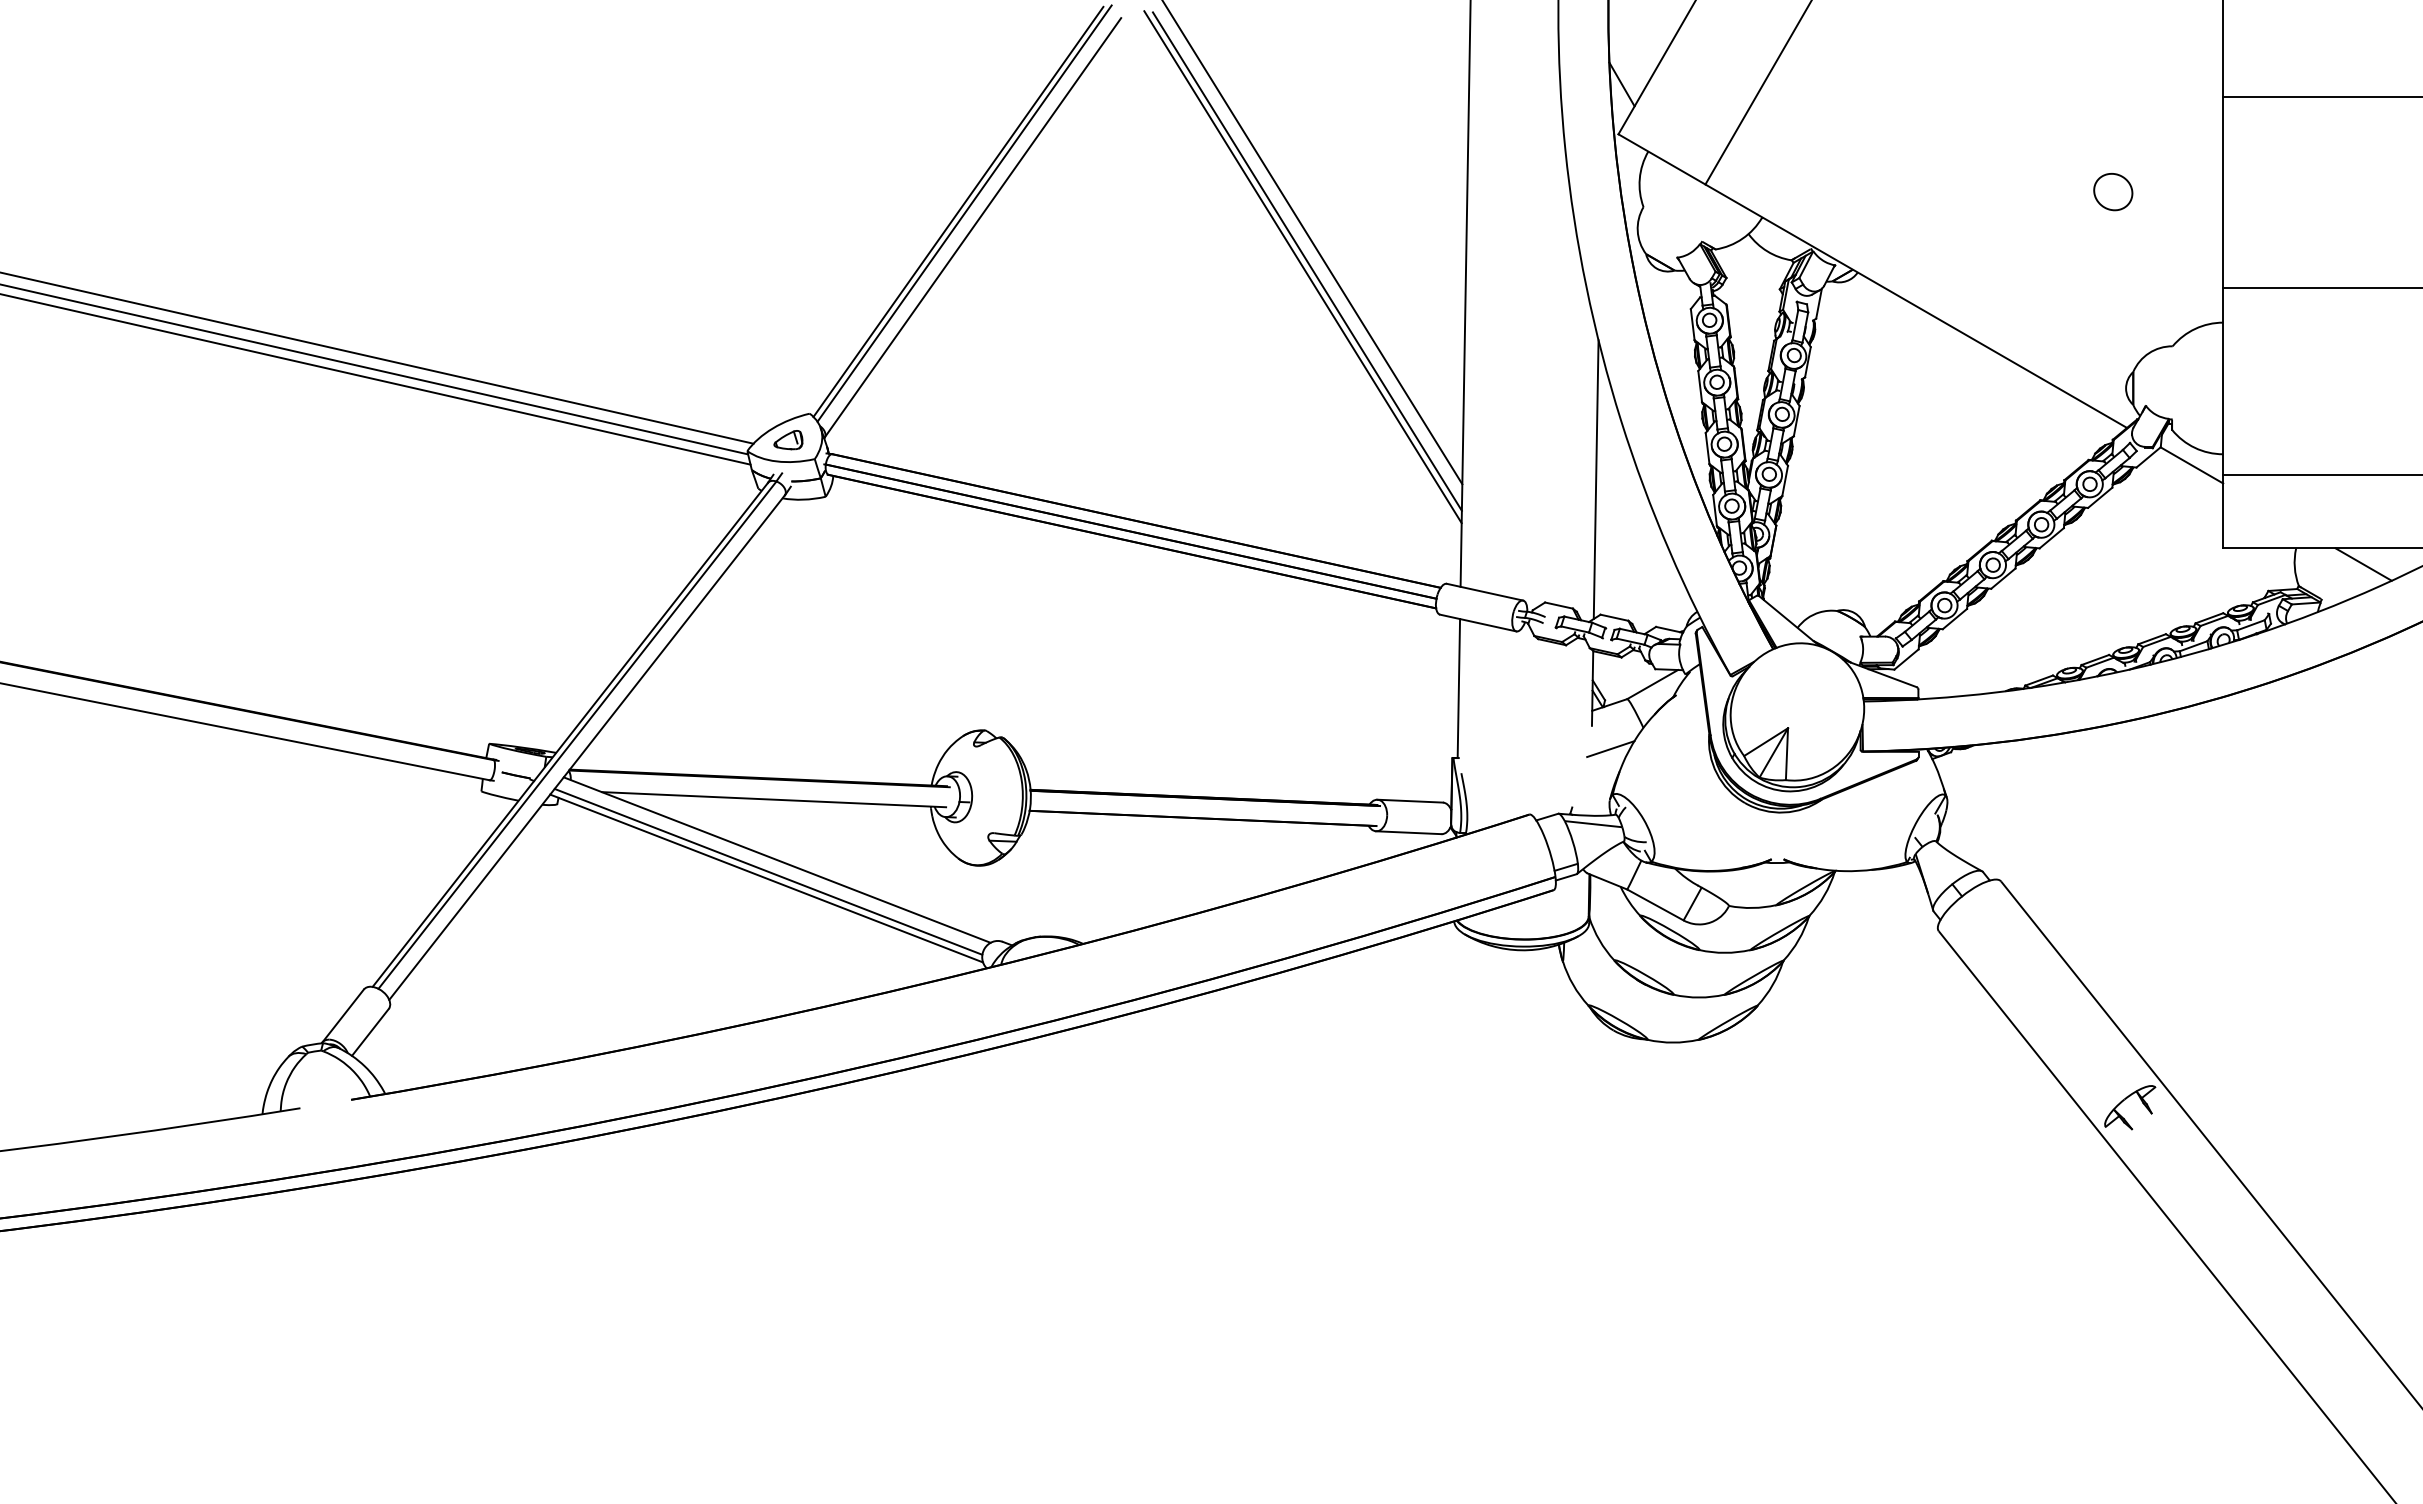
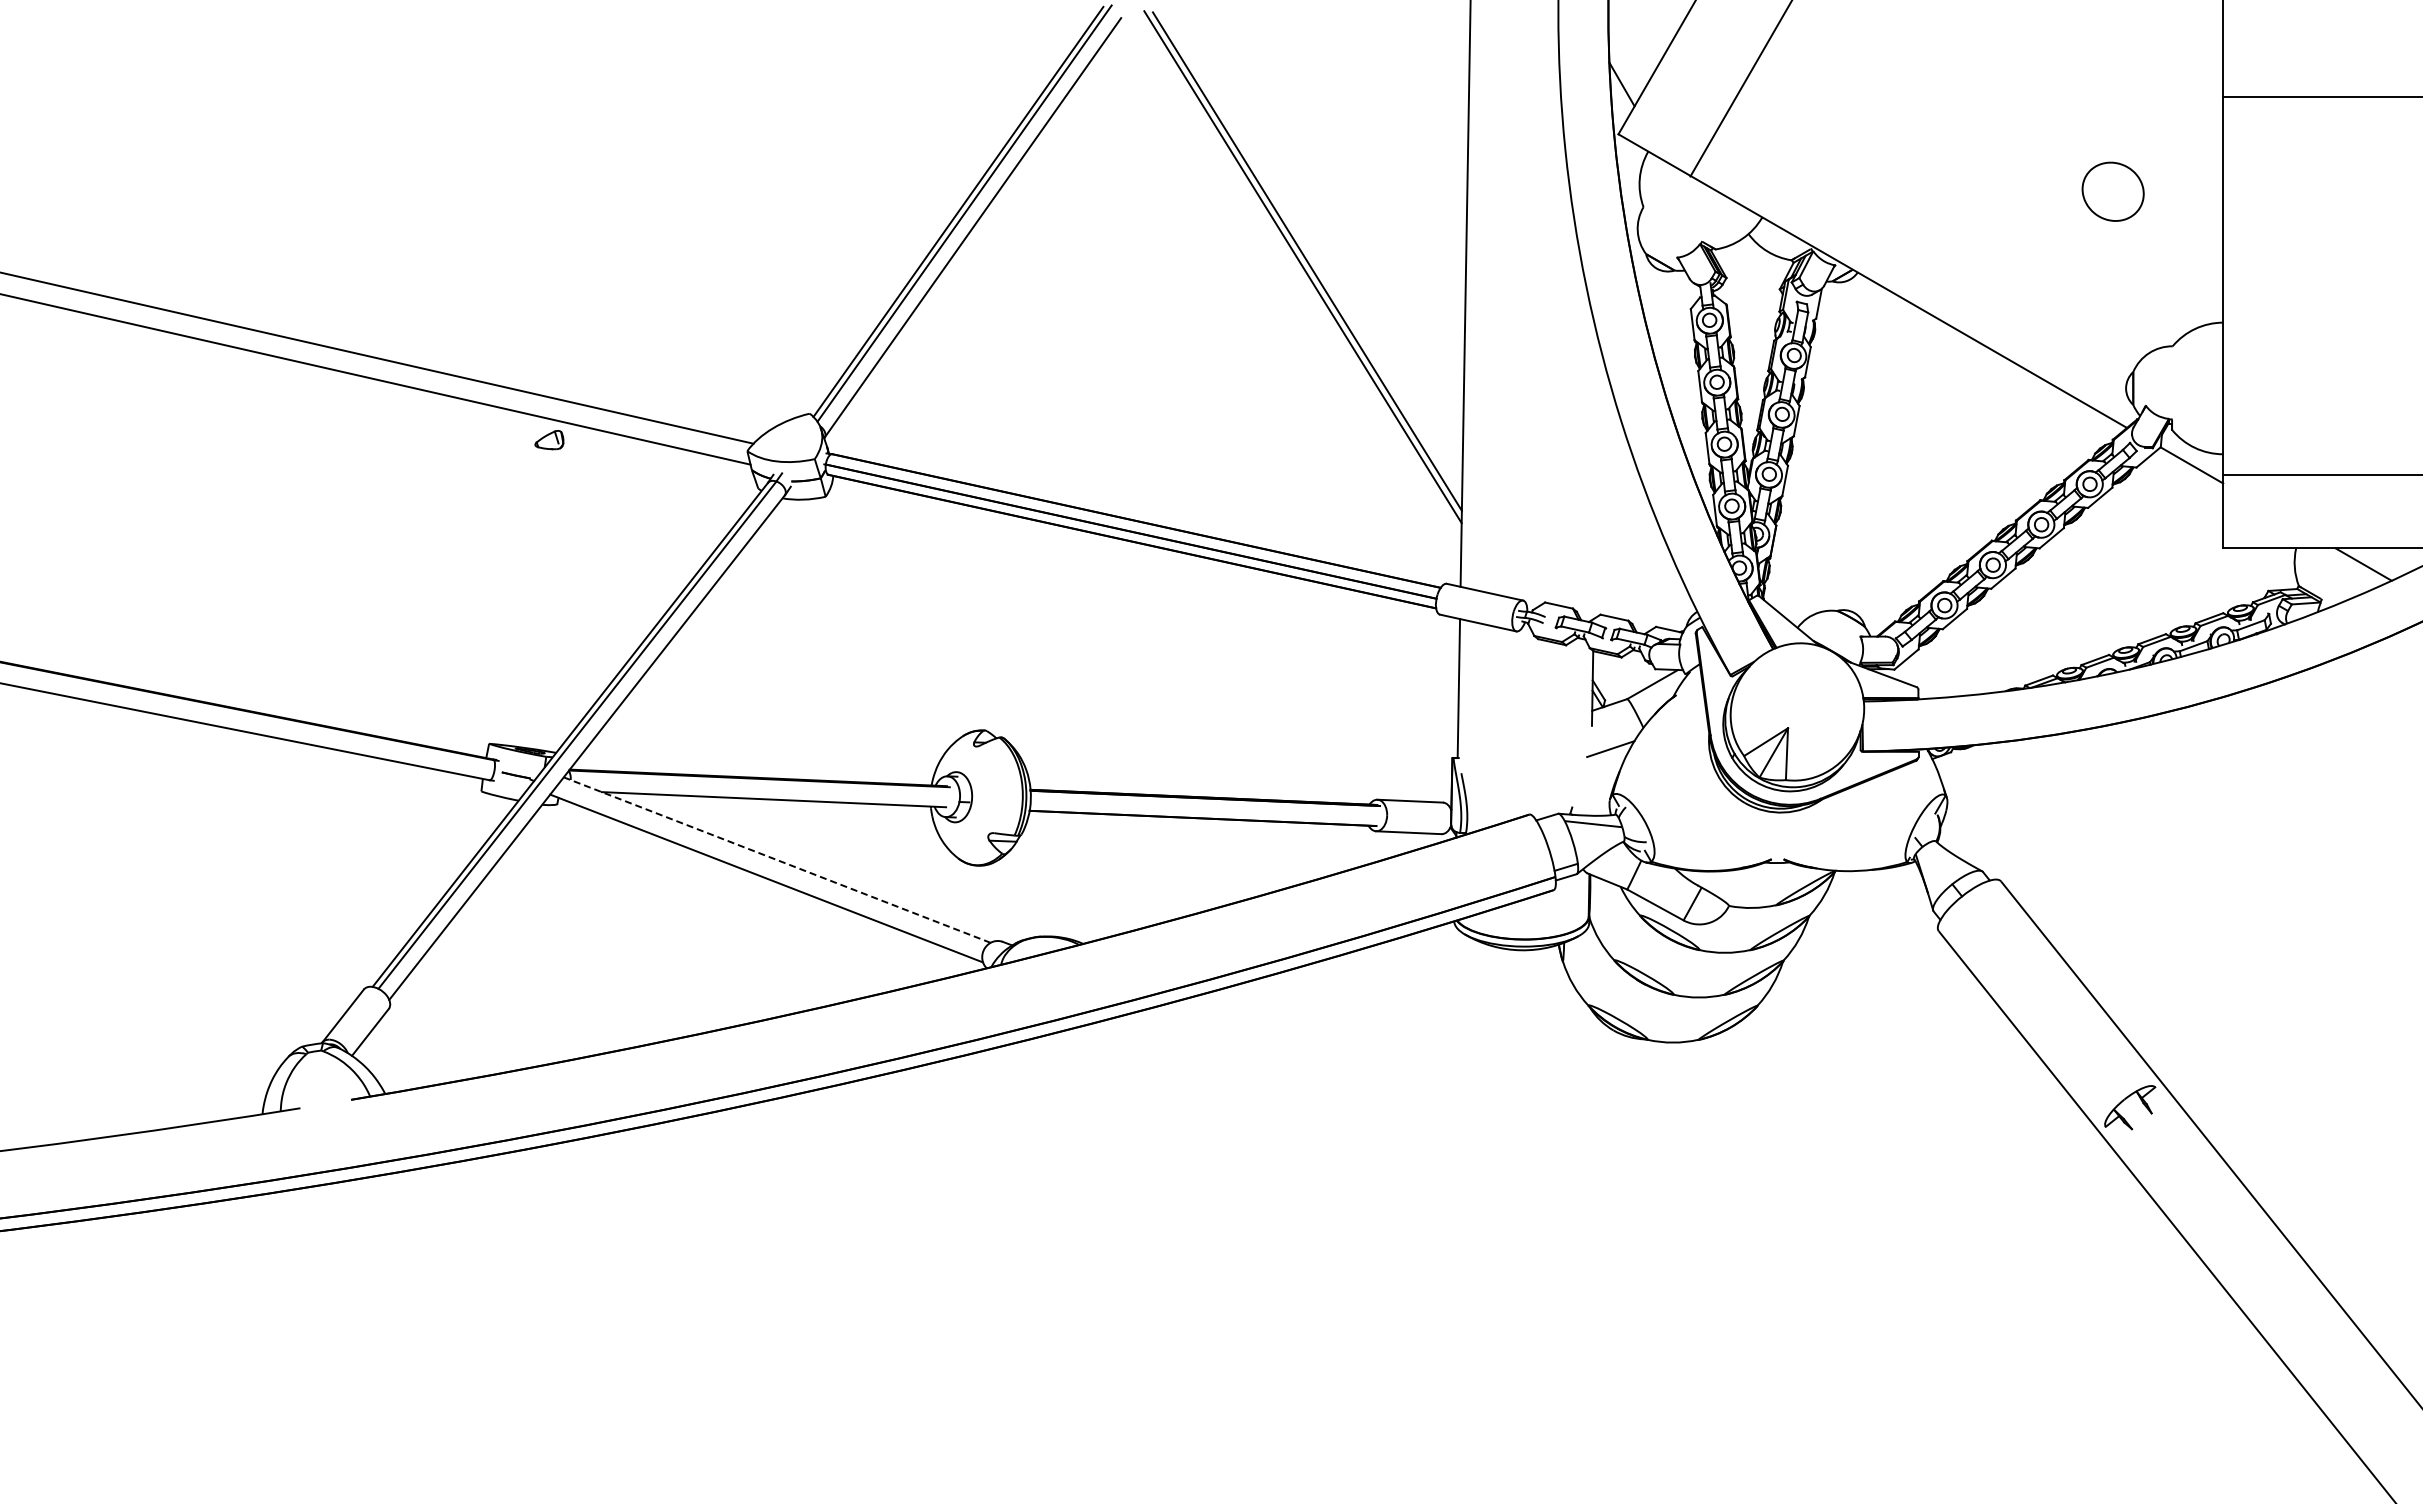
line at (1757, 93) position: (1757, 93) -> (1740, 89)
part at (2113, 192) size: 41x39 px -> 64x61 px
line at (1312, 243): present -> none
line at (2321, 288): present -> none
line at (375, 369): present -> none
part at (788, 440) position: (788, 440) -> (549, 440)
line at (1595, 479): present -> none
line at (777, 860): solid -> dashed
line at (768, 871): present -> none
